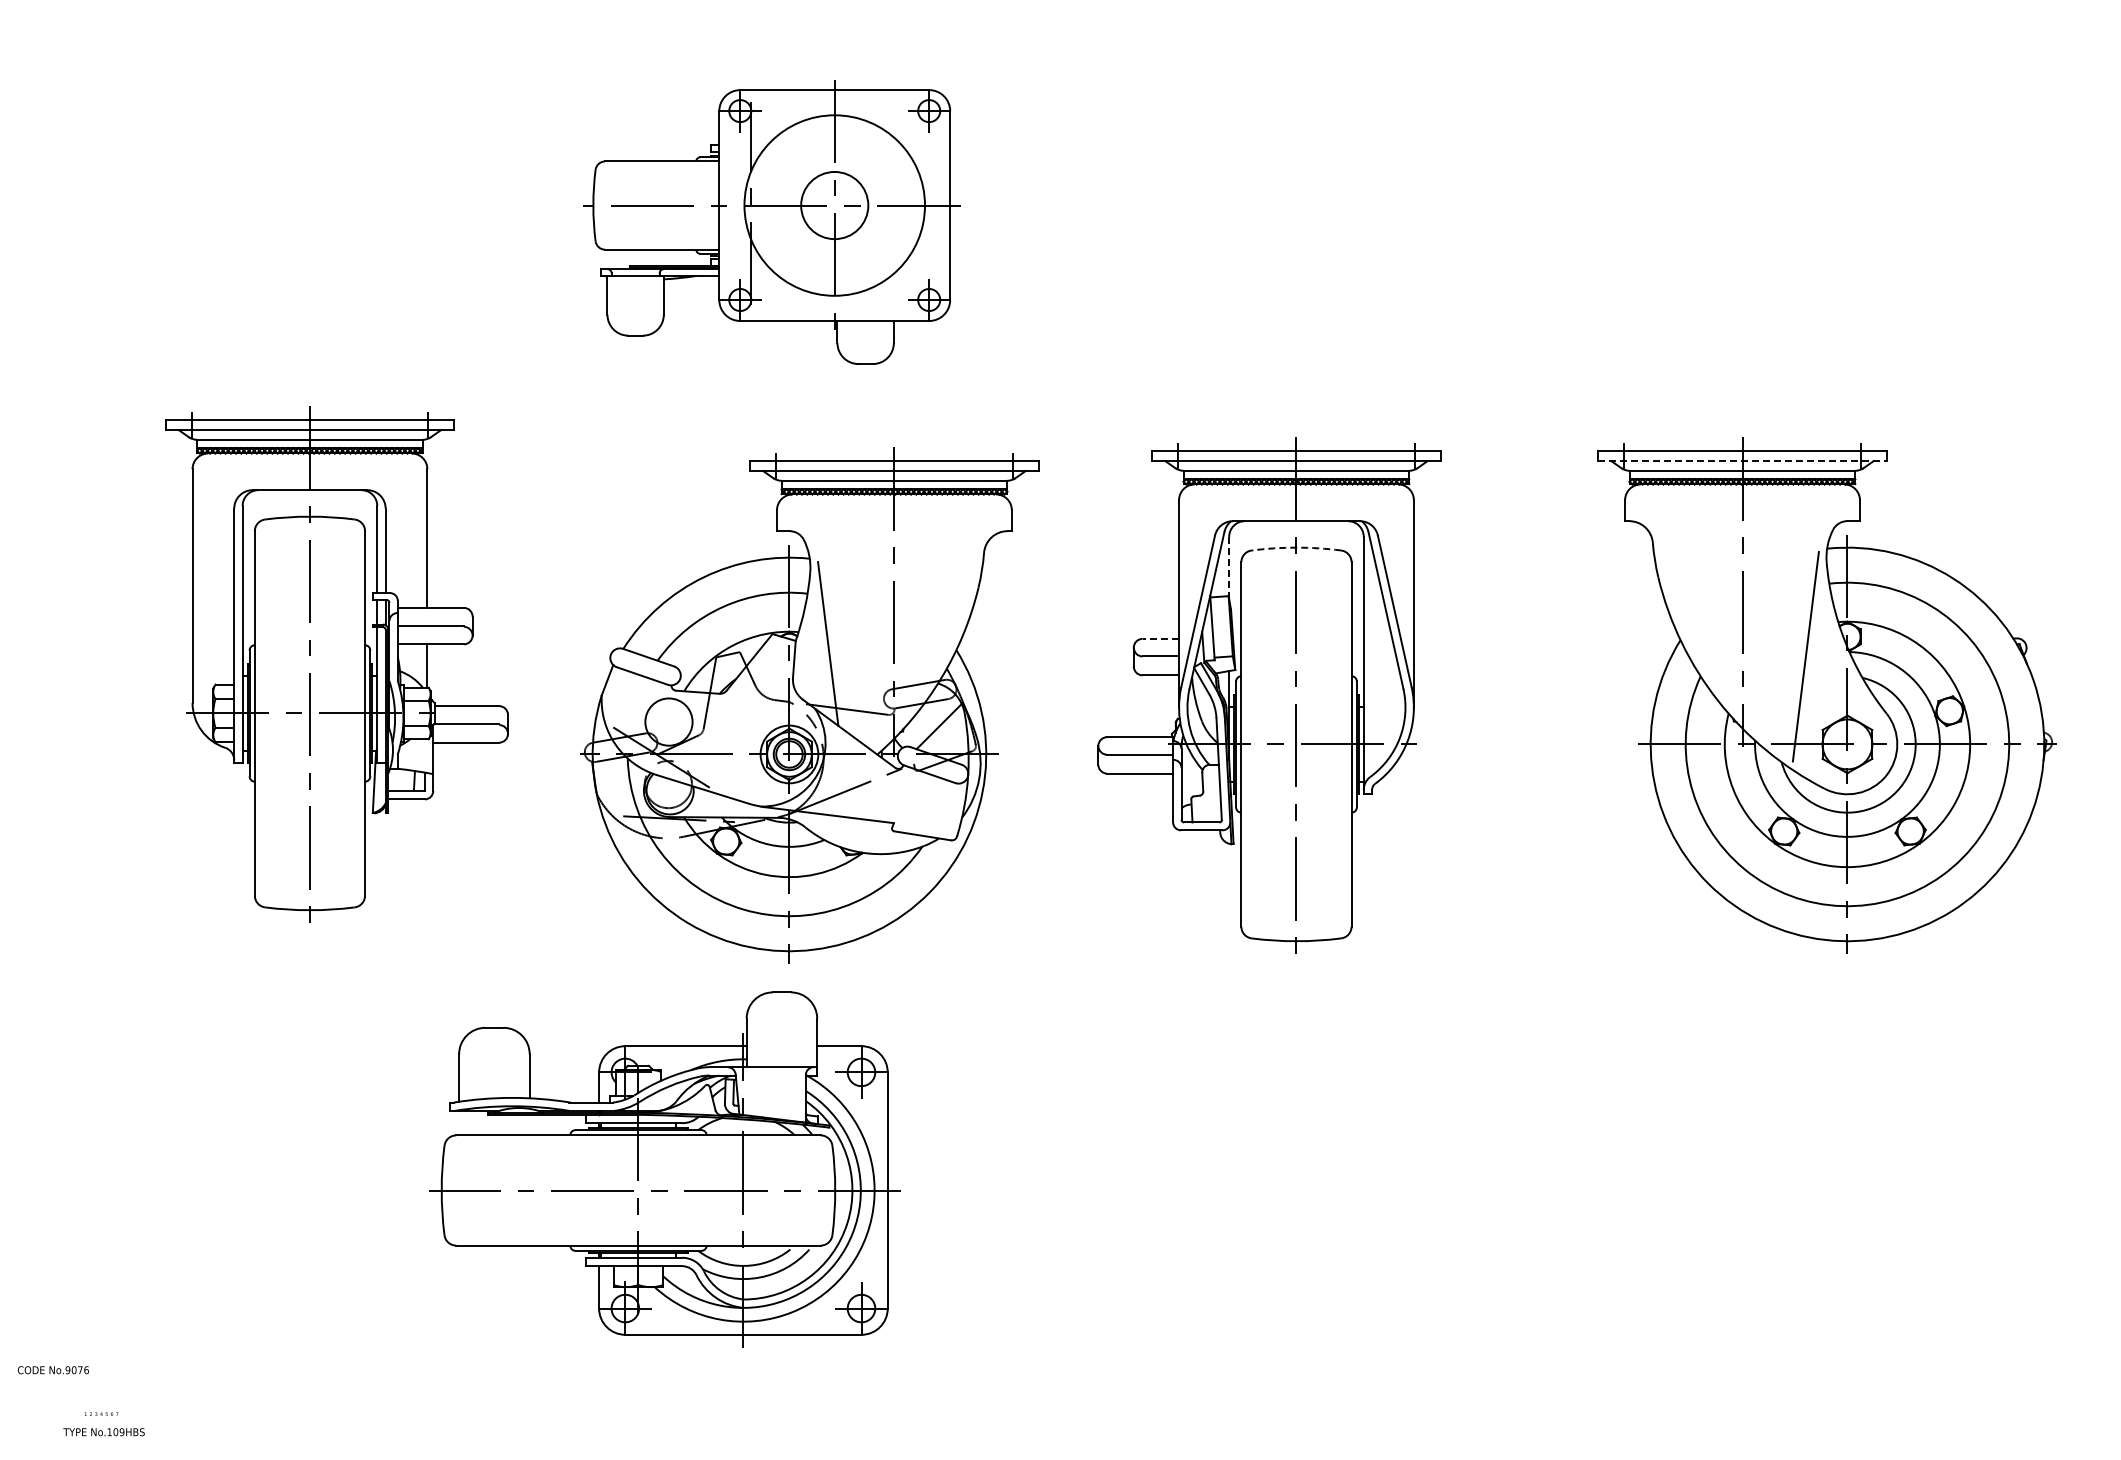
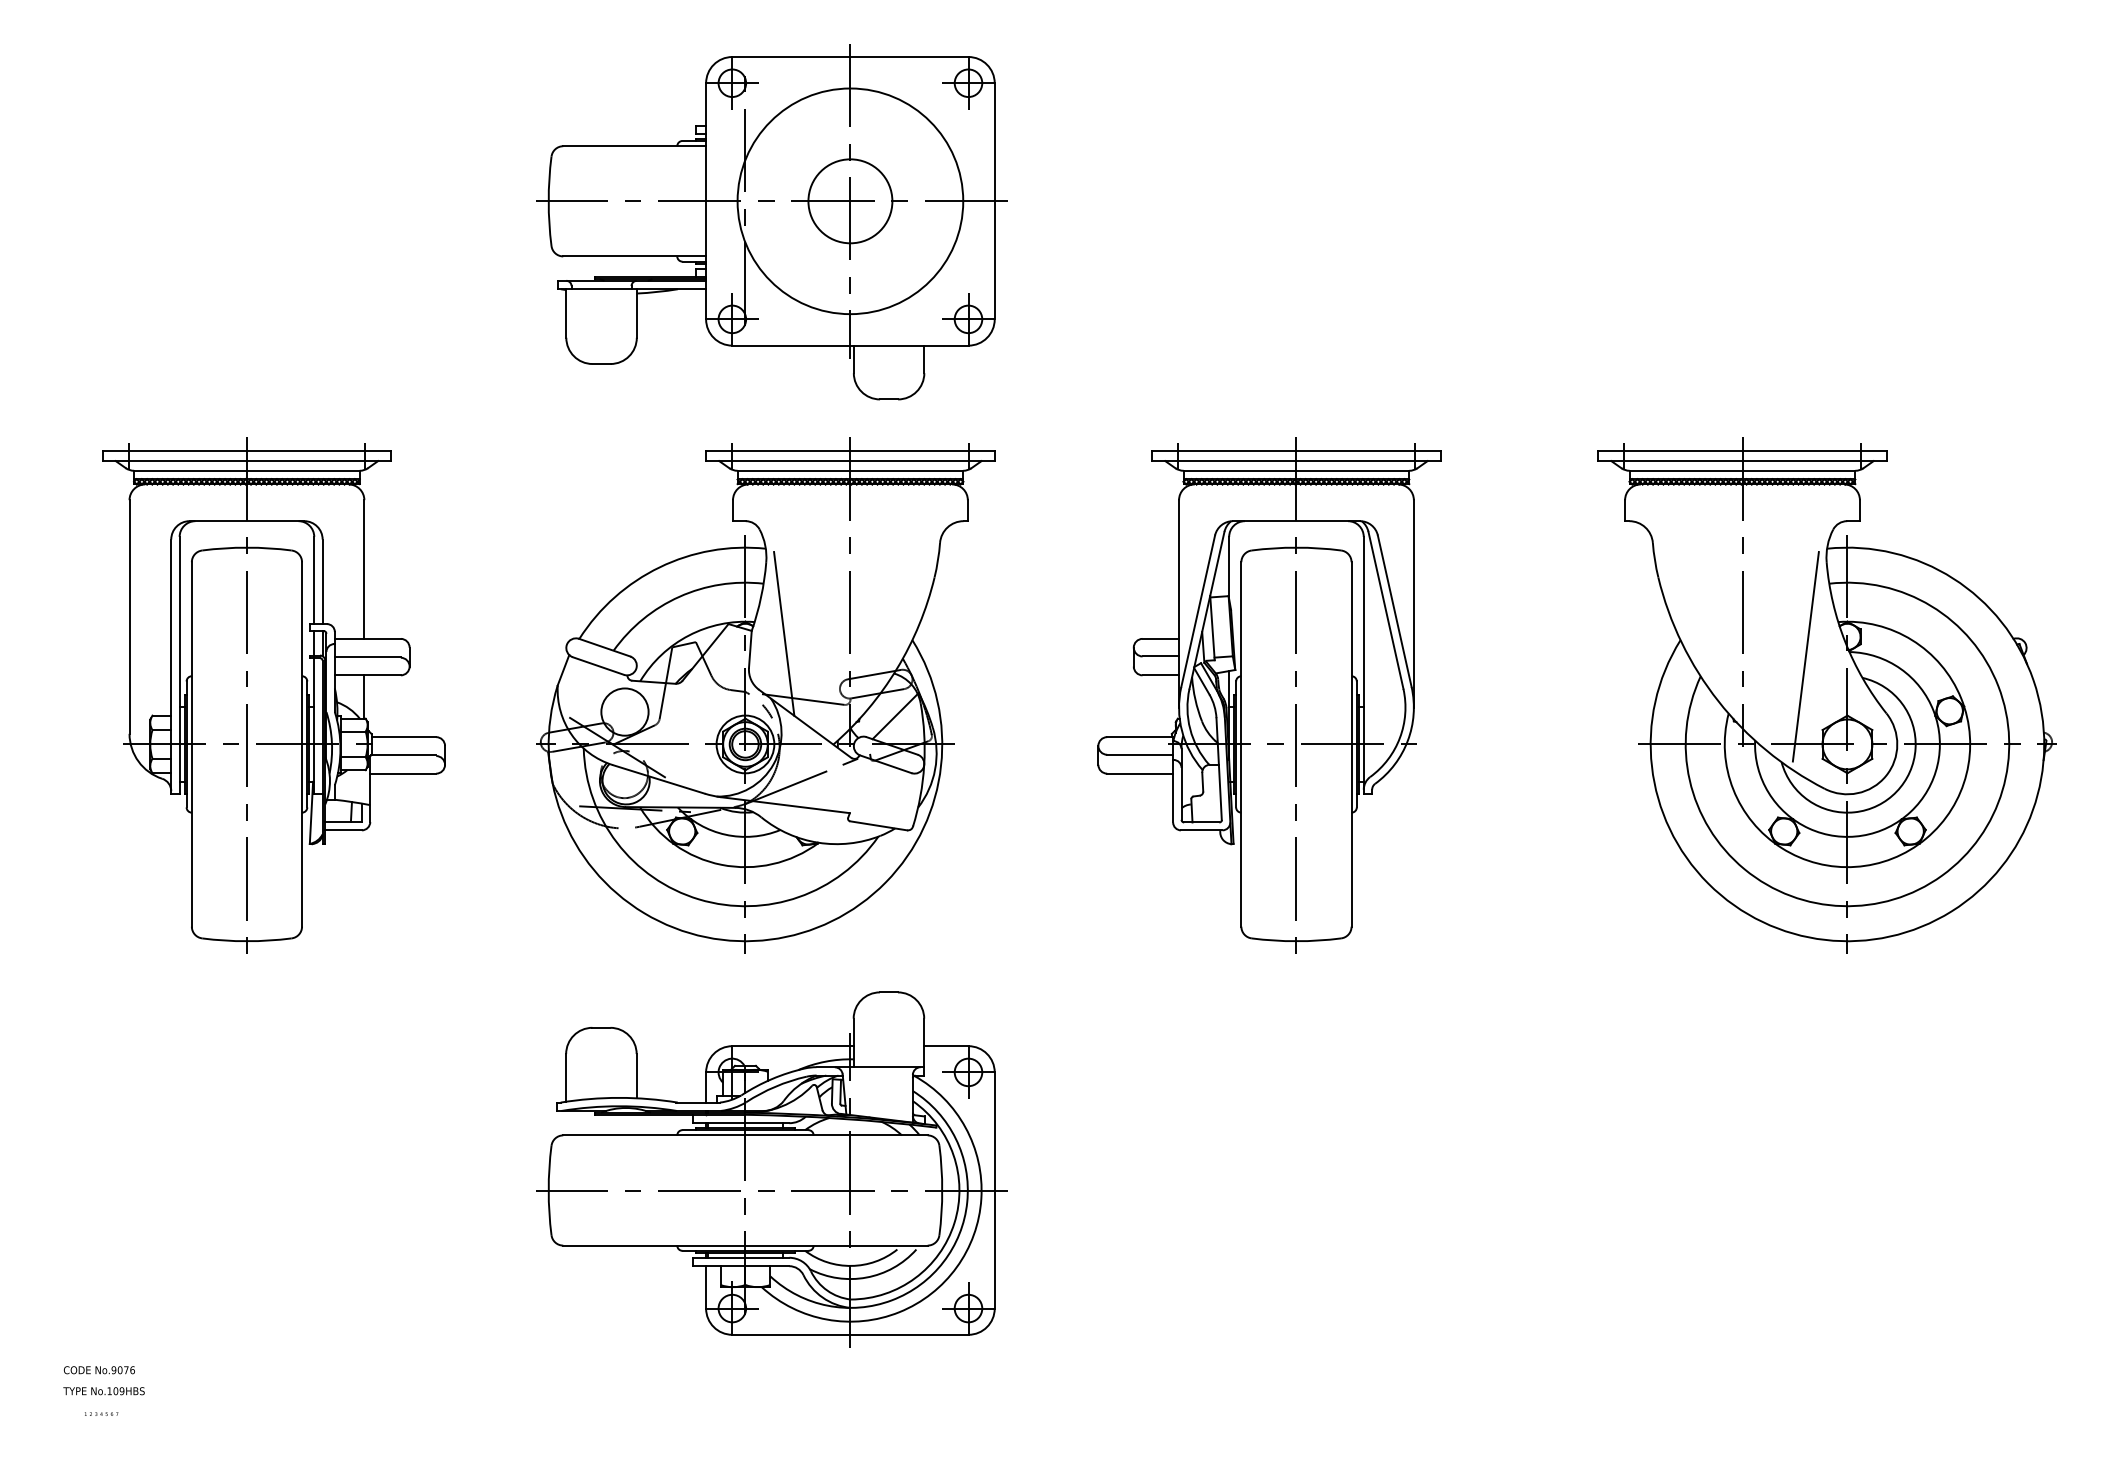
part at (771, 222) size: 378x285 px -> 472x357 px
line at (1743, 461): dashed -> solid
arc at (1296, 547): dashed -> solid
line at (1229, 567): dashed -> solid
line at (1160, 638): dashed -> solid
part at (336, 664) position: (336, 664) -> (273, 695)
part at (809, 705) position: (809, 705) -> (765, 695)
part at (664, 1169) position: (664, 1169) -> (771, 1169)
text at (52, 1370) position: (52, 1370) -> (98, 1370)
text at (103, 1432) position: (103, 1432) -> (103, 1391)
